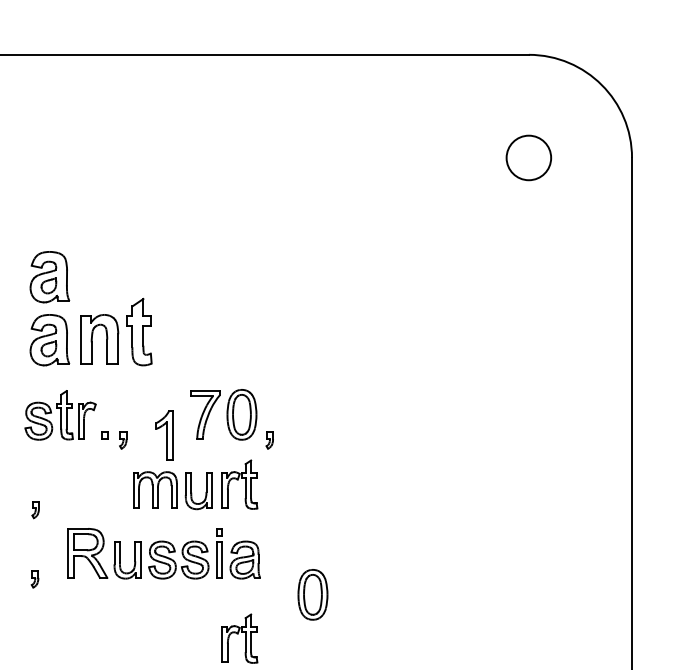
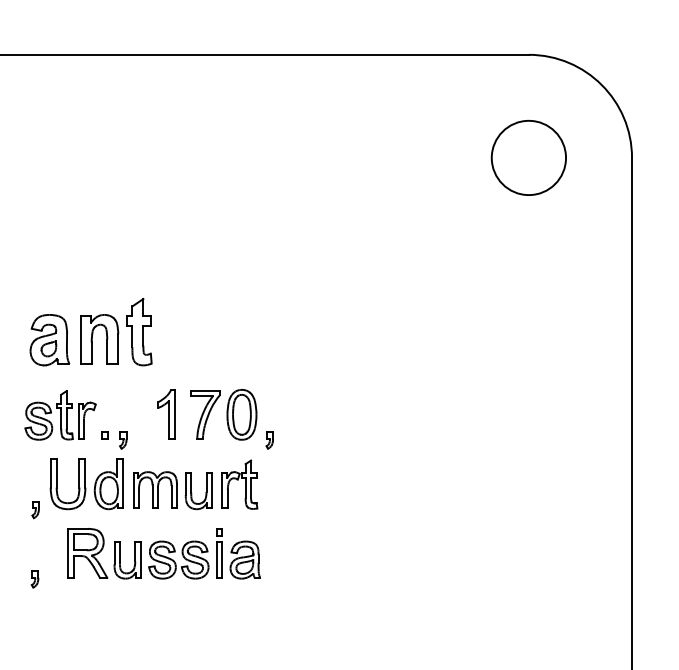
circle at (528, 157) diameter: 45 px -> 74 px
part at (49, 277): present -> none
part at (164, 435) position: (164, 435) -> (166, 414)
part at (86, 484): none -> present
part at (312, 594): present -> none
part at (239, 638): present -> none
